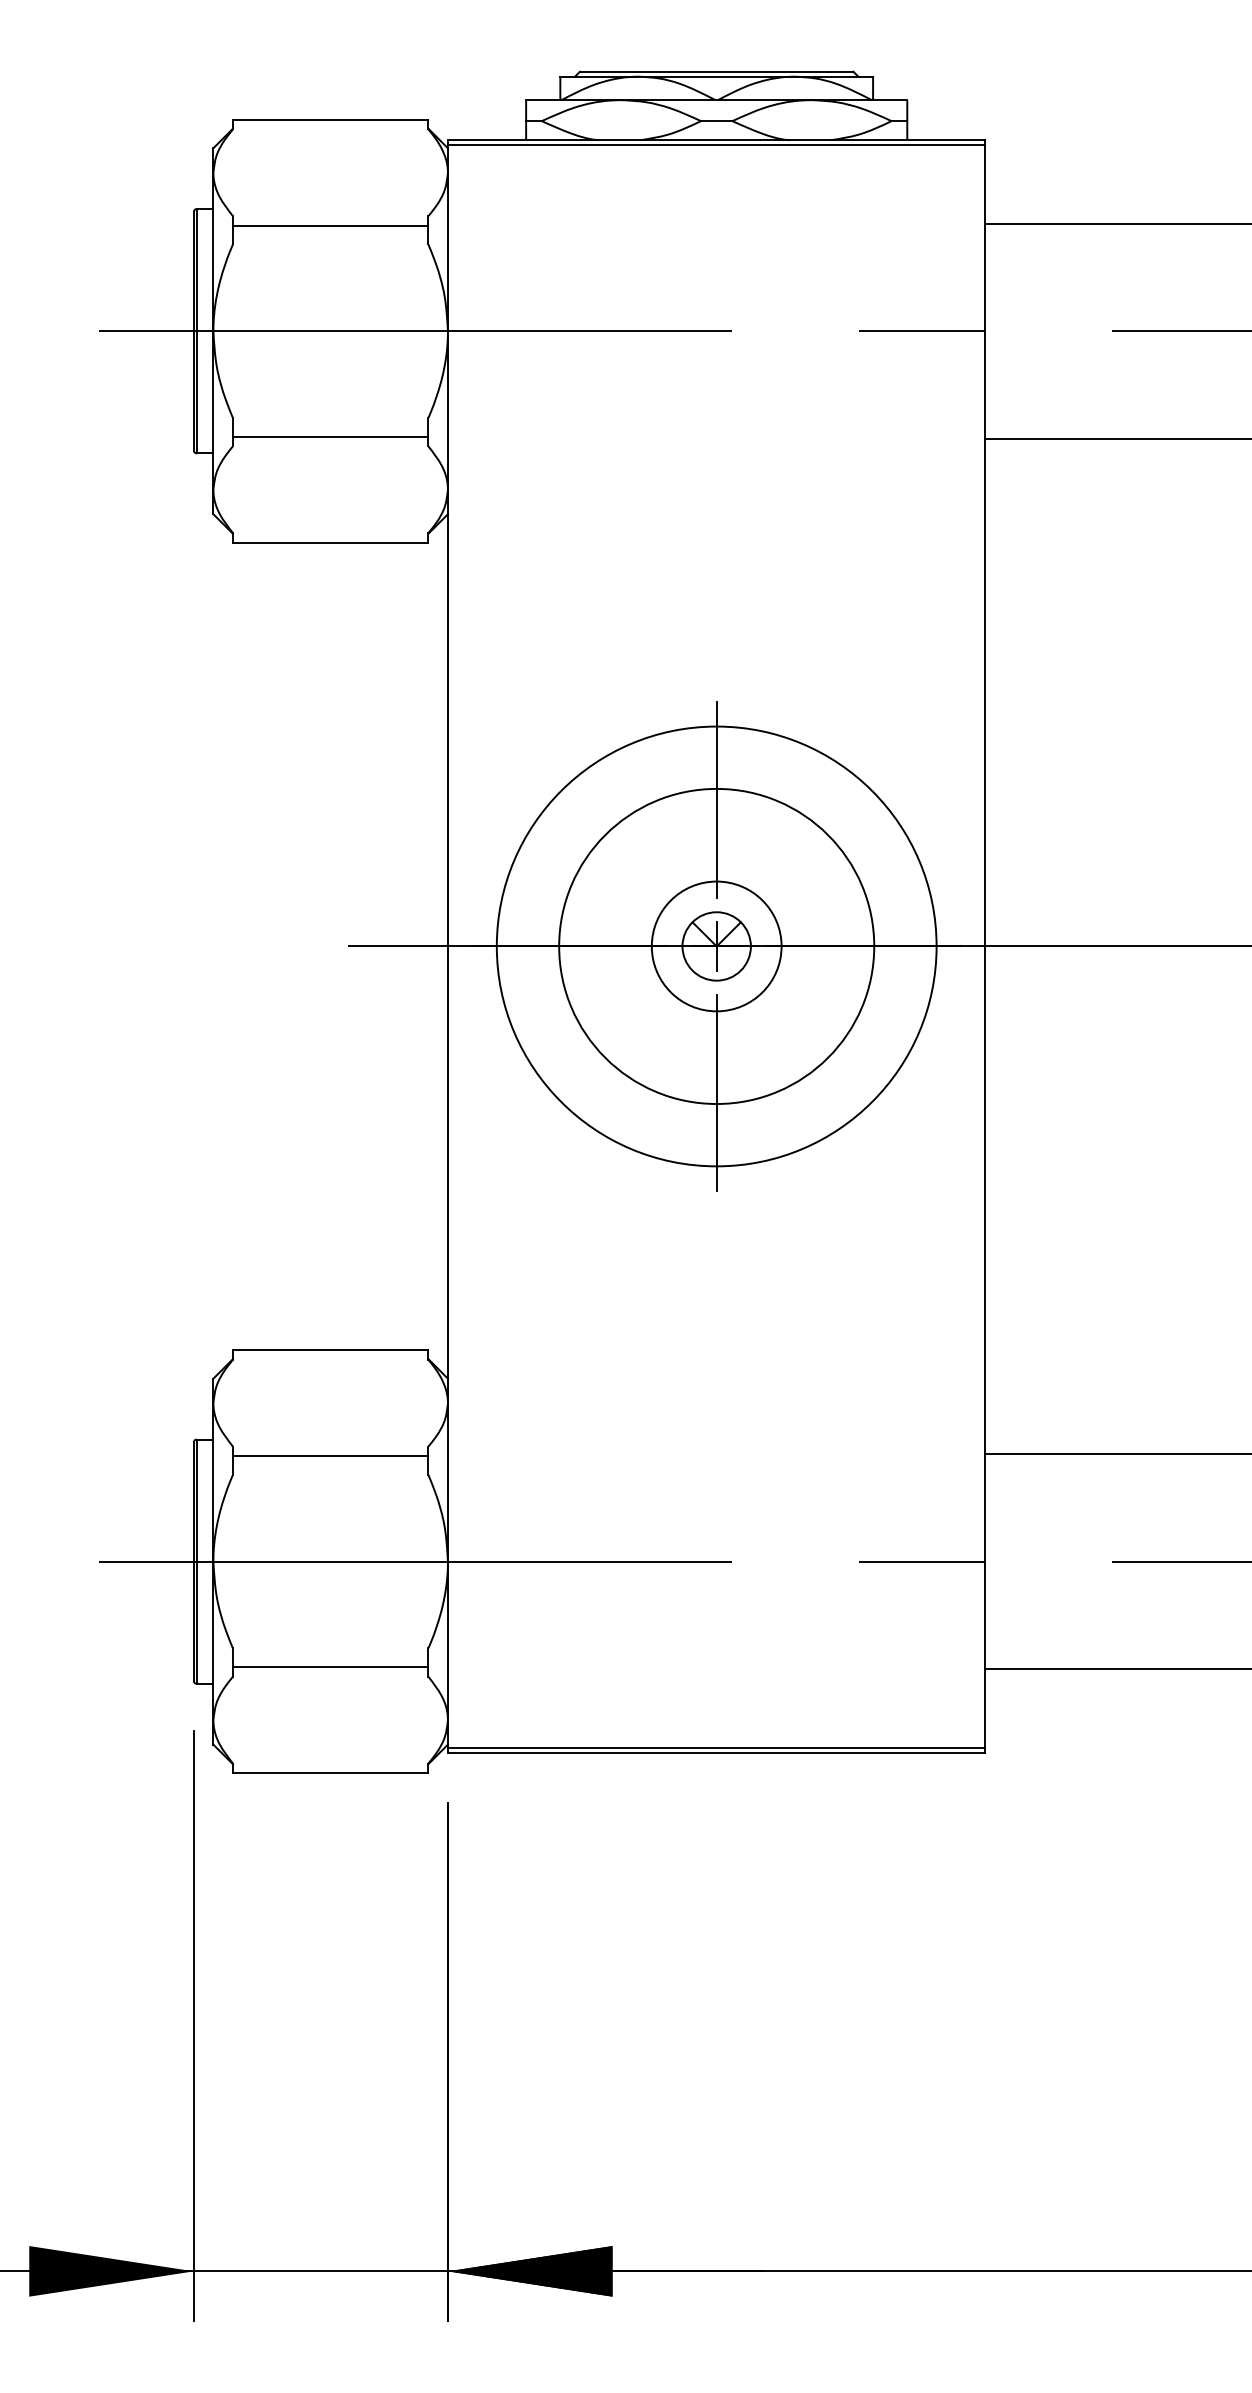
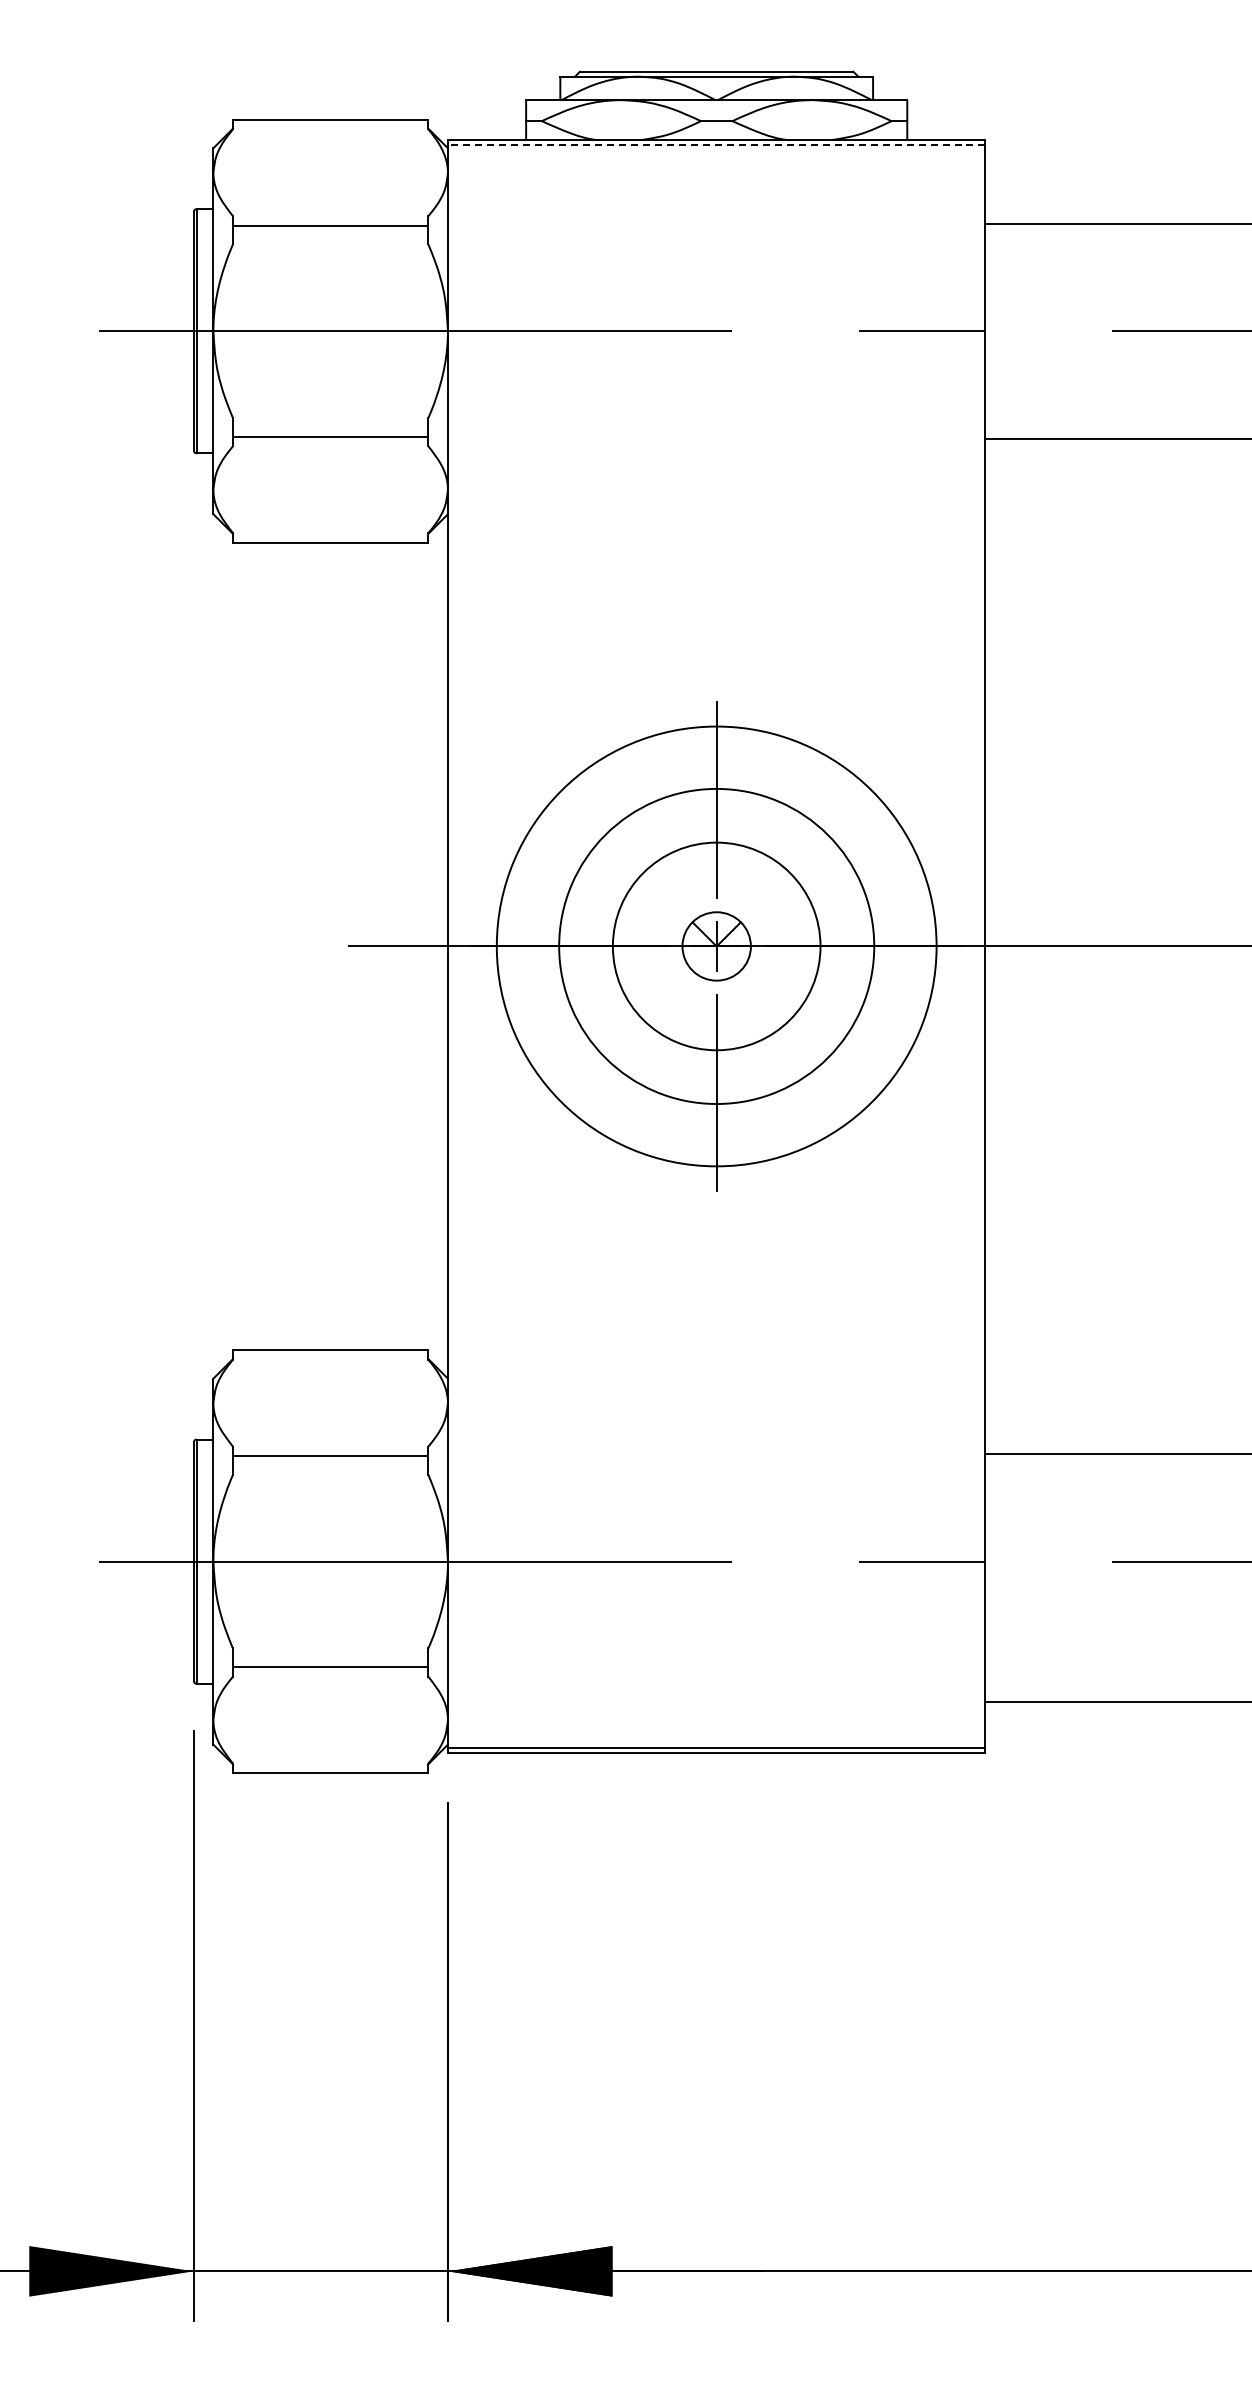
line at (716, 145): solid -> dashed
circle at (716, 946) diameter: 130 px -> 208 px
line at (1116, 1669) position: (1116, 1669) -> (1116, 1702)
